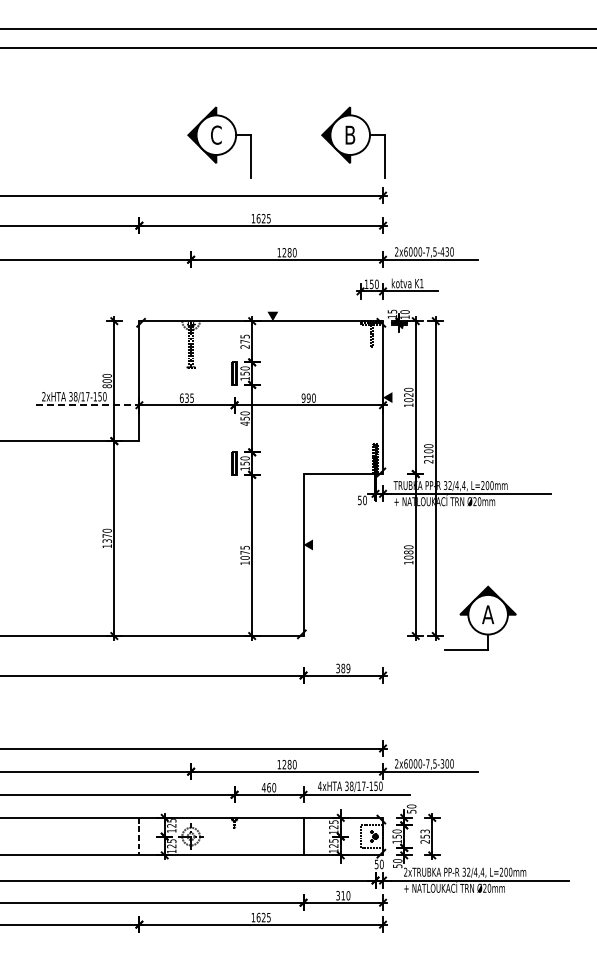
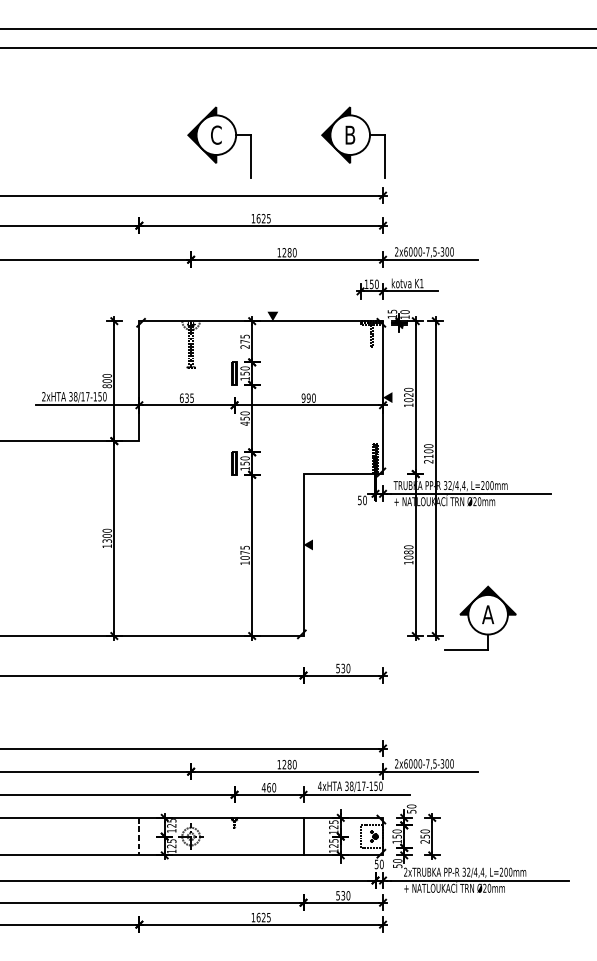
text at (444, 251): 2x6000-7,5-430 -> 2x6000-7,5-300
line at (85, 405): dashed -> solid
text at (106, 535): 1370 -> 1300
text at (343, 668): 389 -> 530
text at (424, 831): 253 -> 250
text at (340, 895): 310 -> 530
